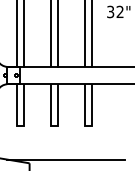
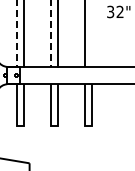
line at (17, 33): solid -> dashed
line at (51, 33): solid -> dashed
line at (91, 34): present -> none
line at (65, 159): present -> none
